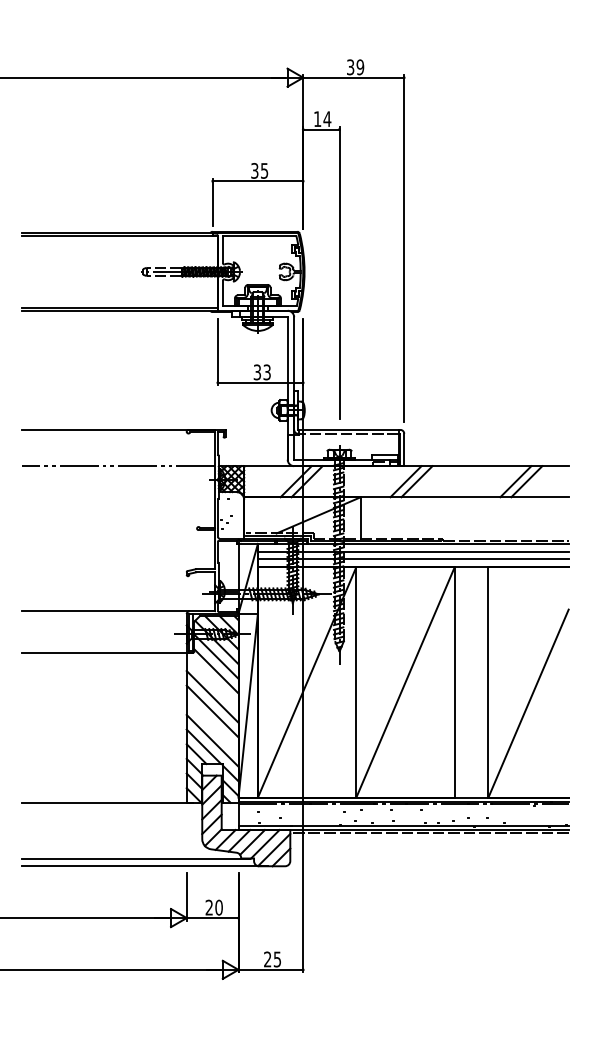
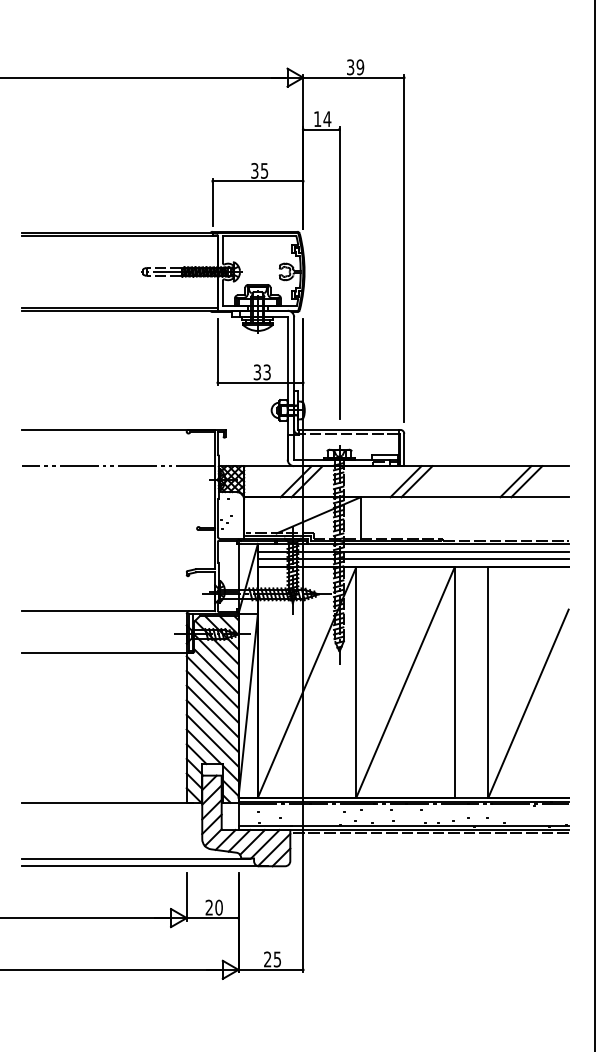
line at (594, 525): none -> present
line at (212, 682): none -> present
line at (212, 726): none -> present
